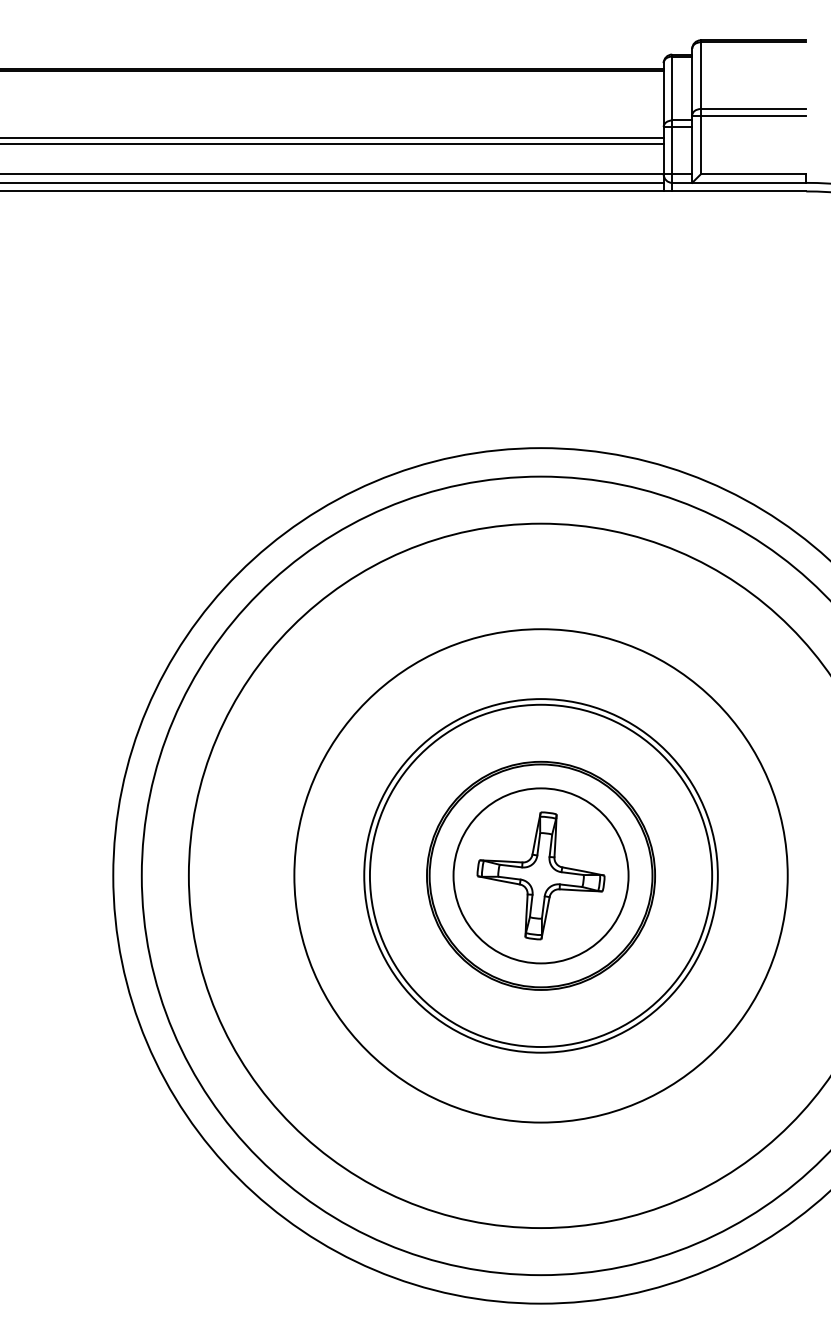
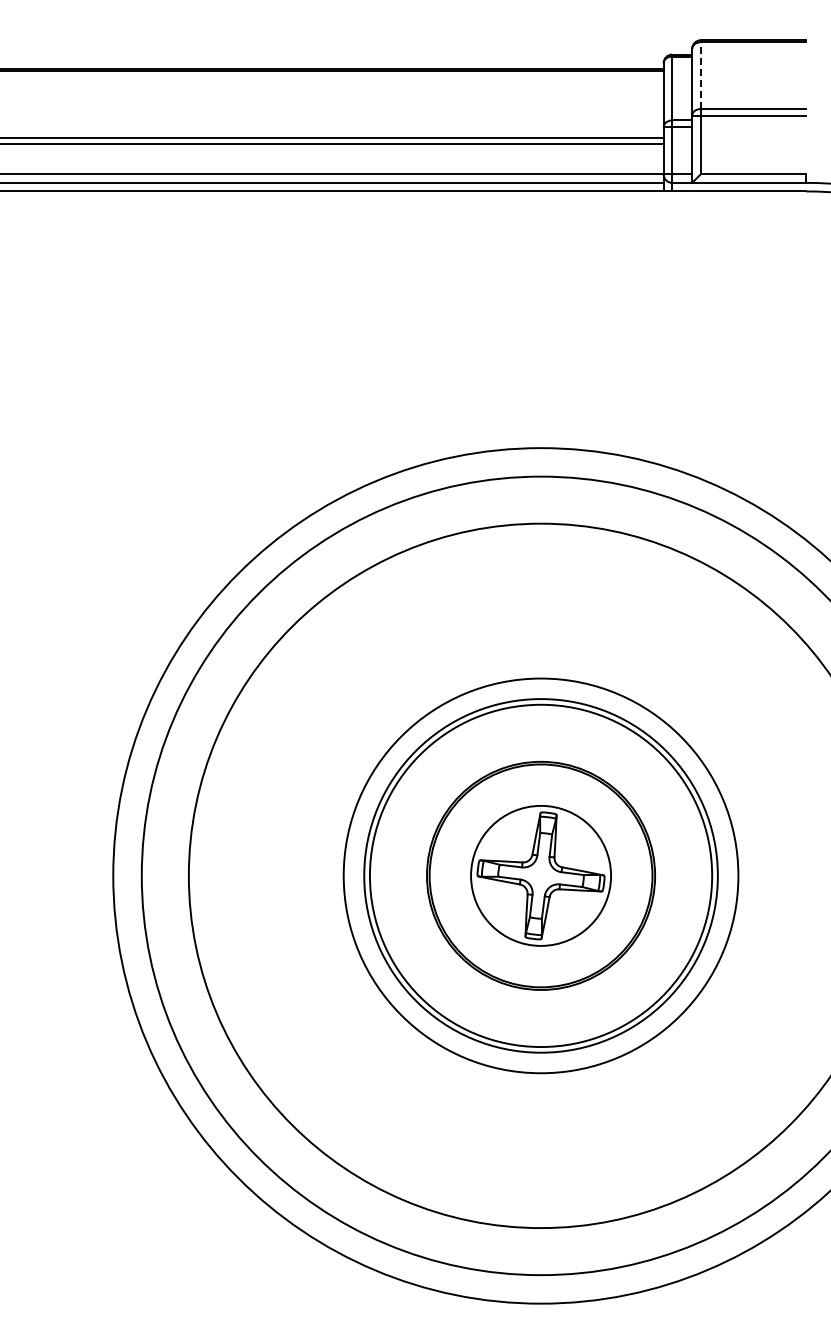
line at (700, 75): solid -> dashed
circle at (540, 875) diameter: 175 px -> 140 px
circle at (540, 875) diameter: 493 px -> 395 px
